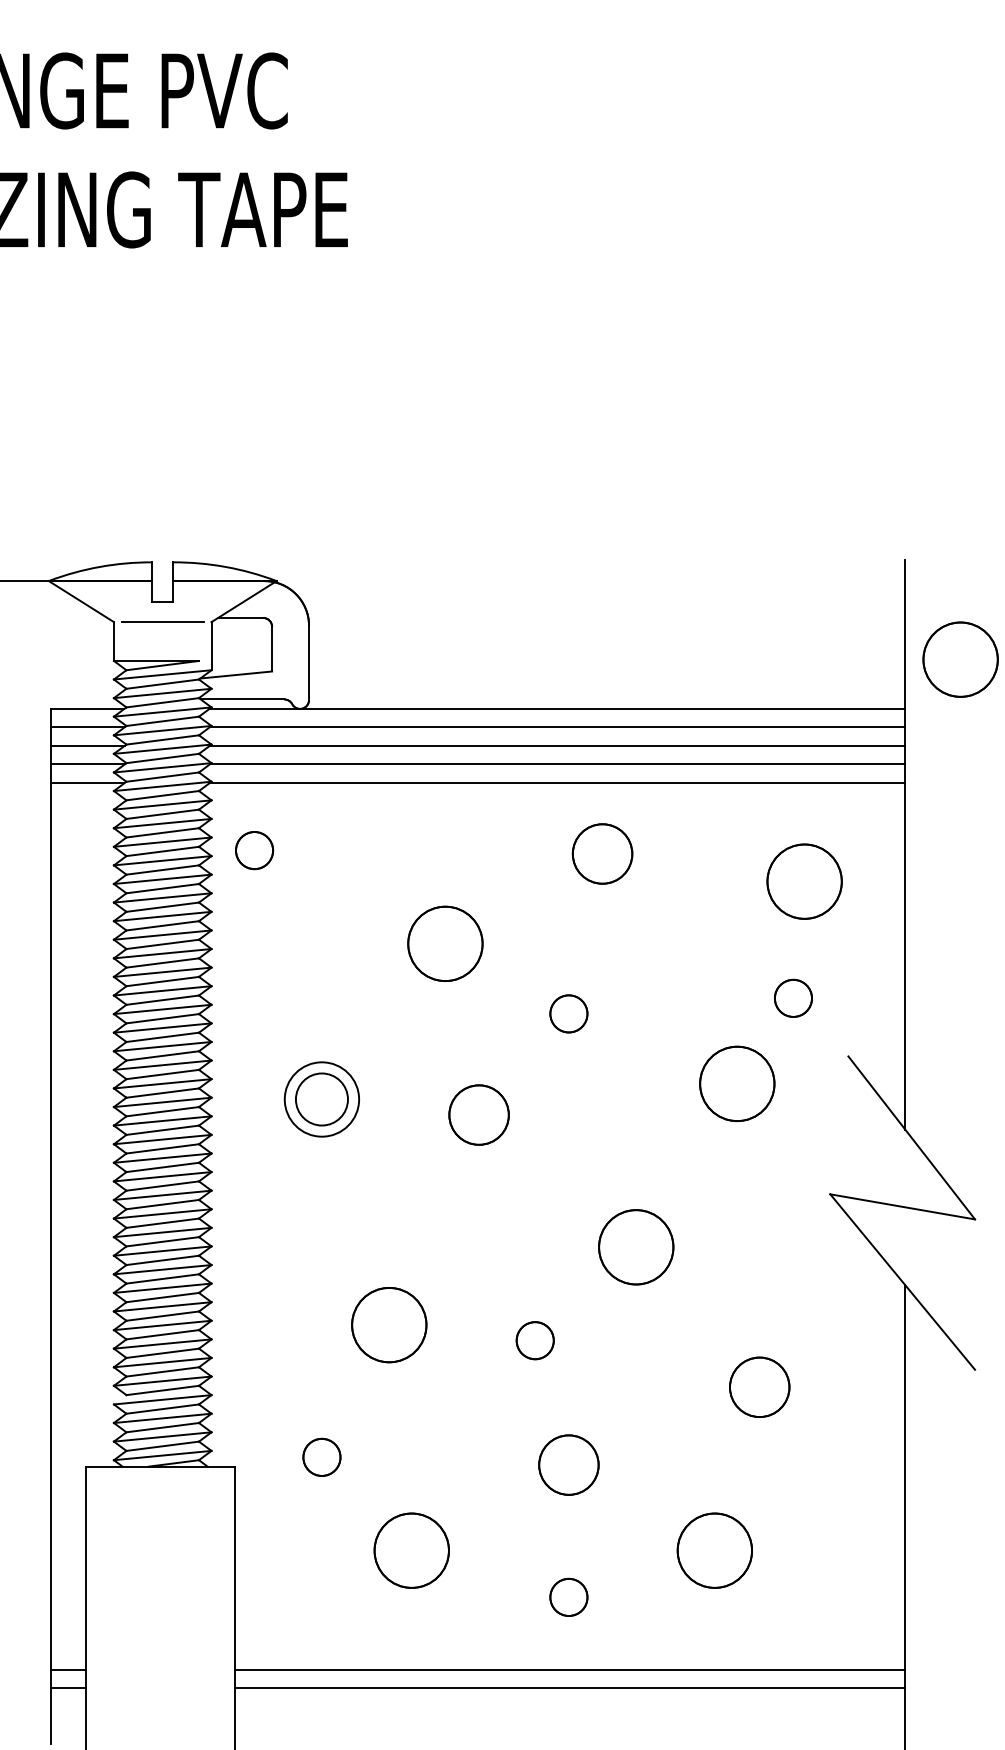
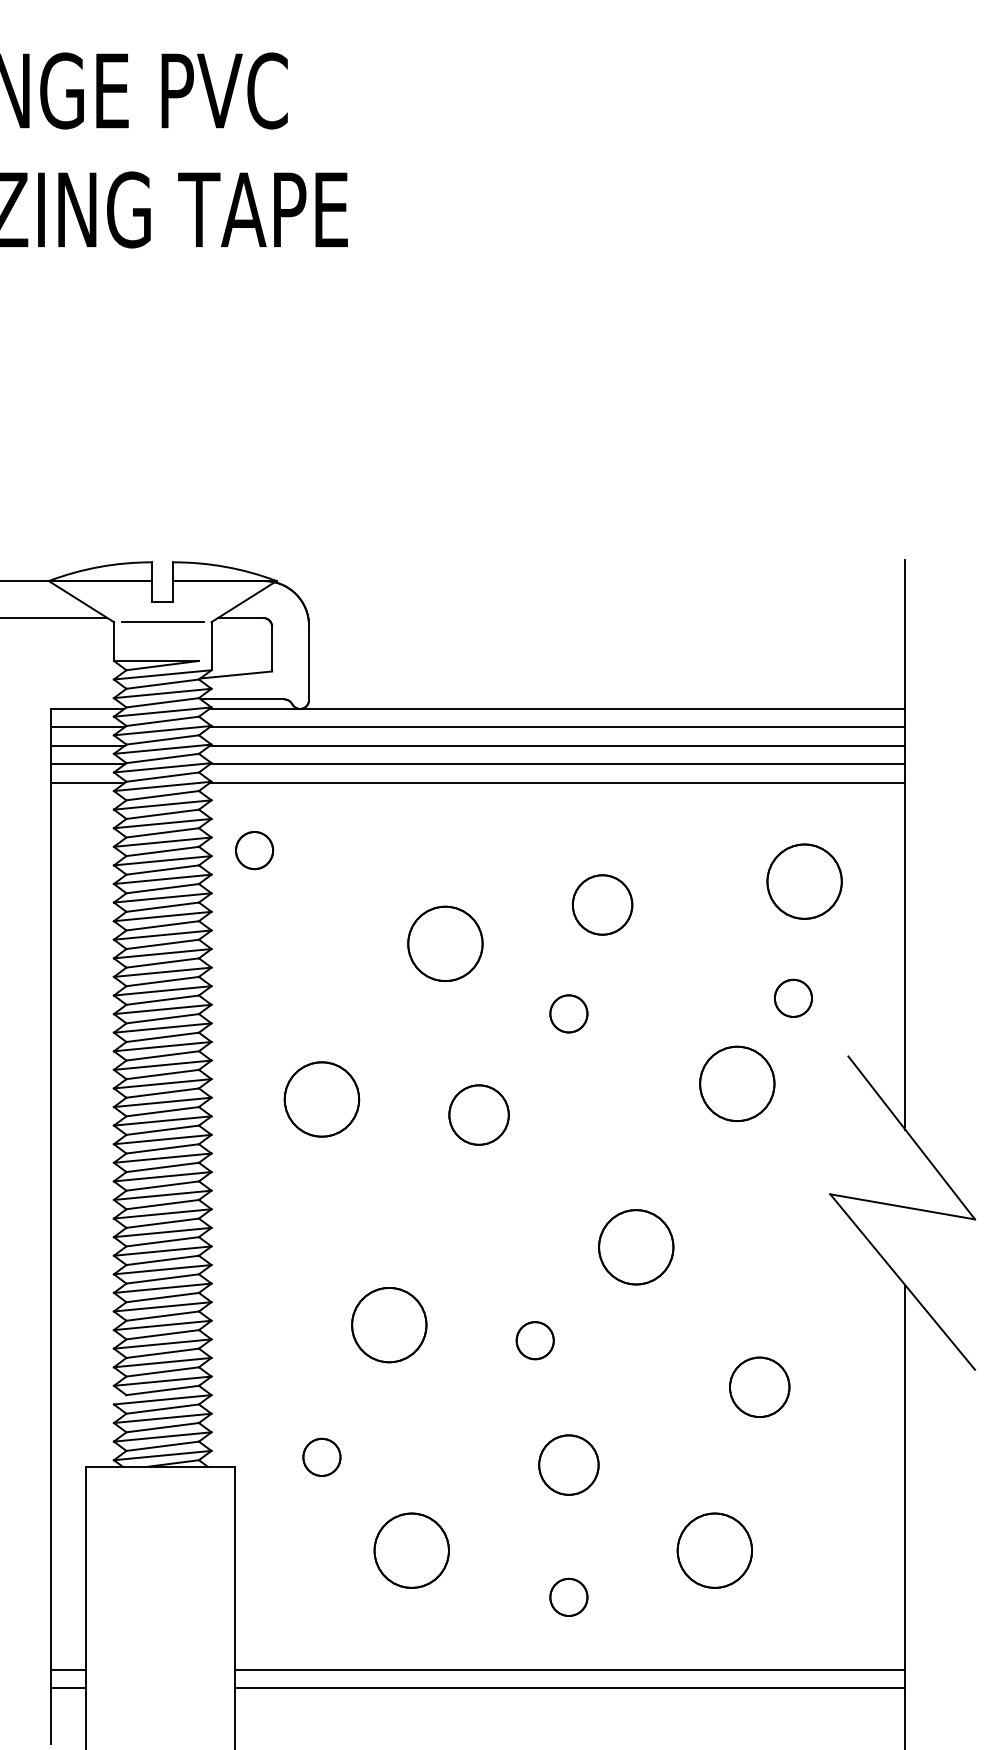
line at (54, 617): none -> present
circle at (960, 659): present -> none
part at (602, 853) position: (602, 853) -> (602, 904)
circle at (321, 1099) diameter: 52 px -> 74 px
